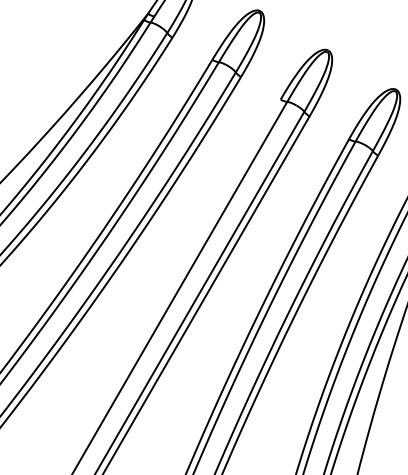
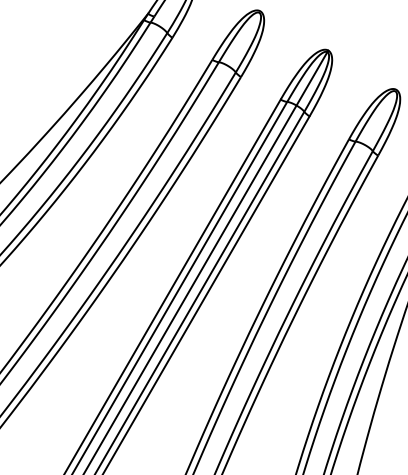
line at (206, 260): none -> present
line at (172, 285): none -> present
